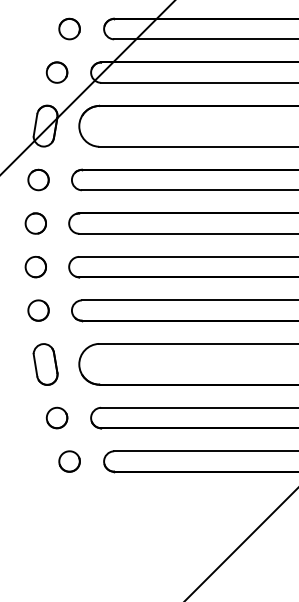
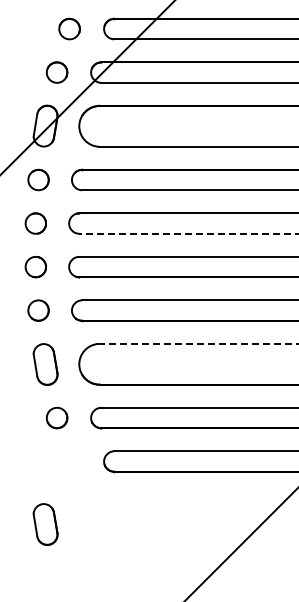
line at (188, 233): solid -> dashed
line at (198, 343): solid -> dashed
part at (69, 461): present -> none
part at (45, 524): none -> present
